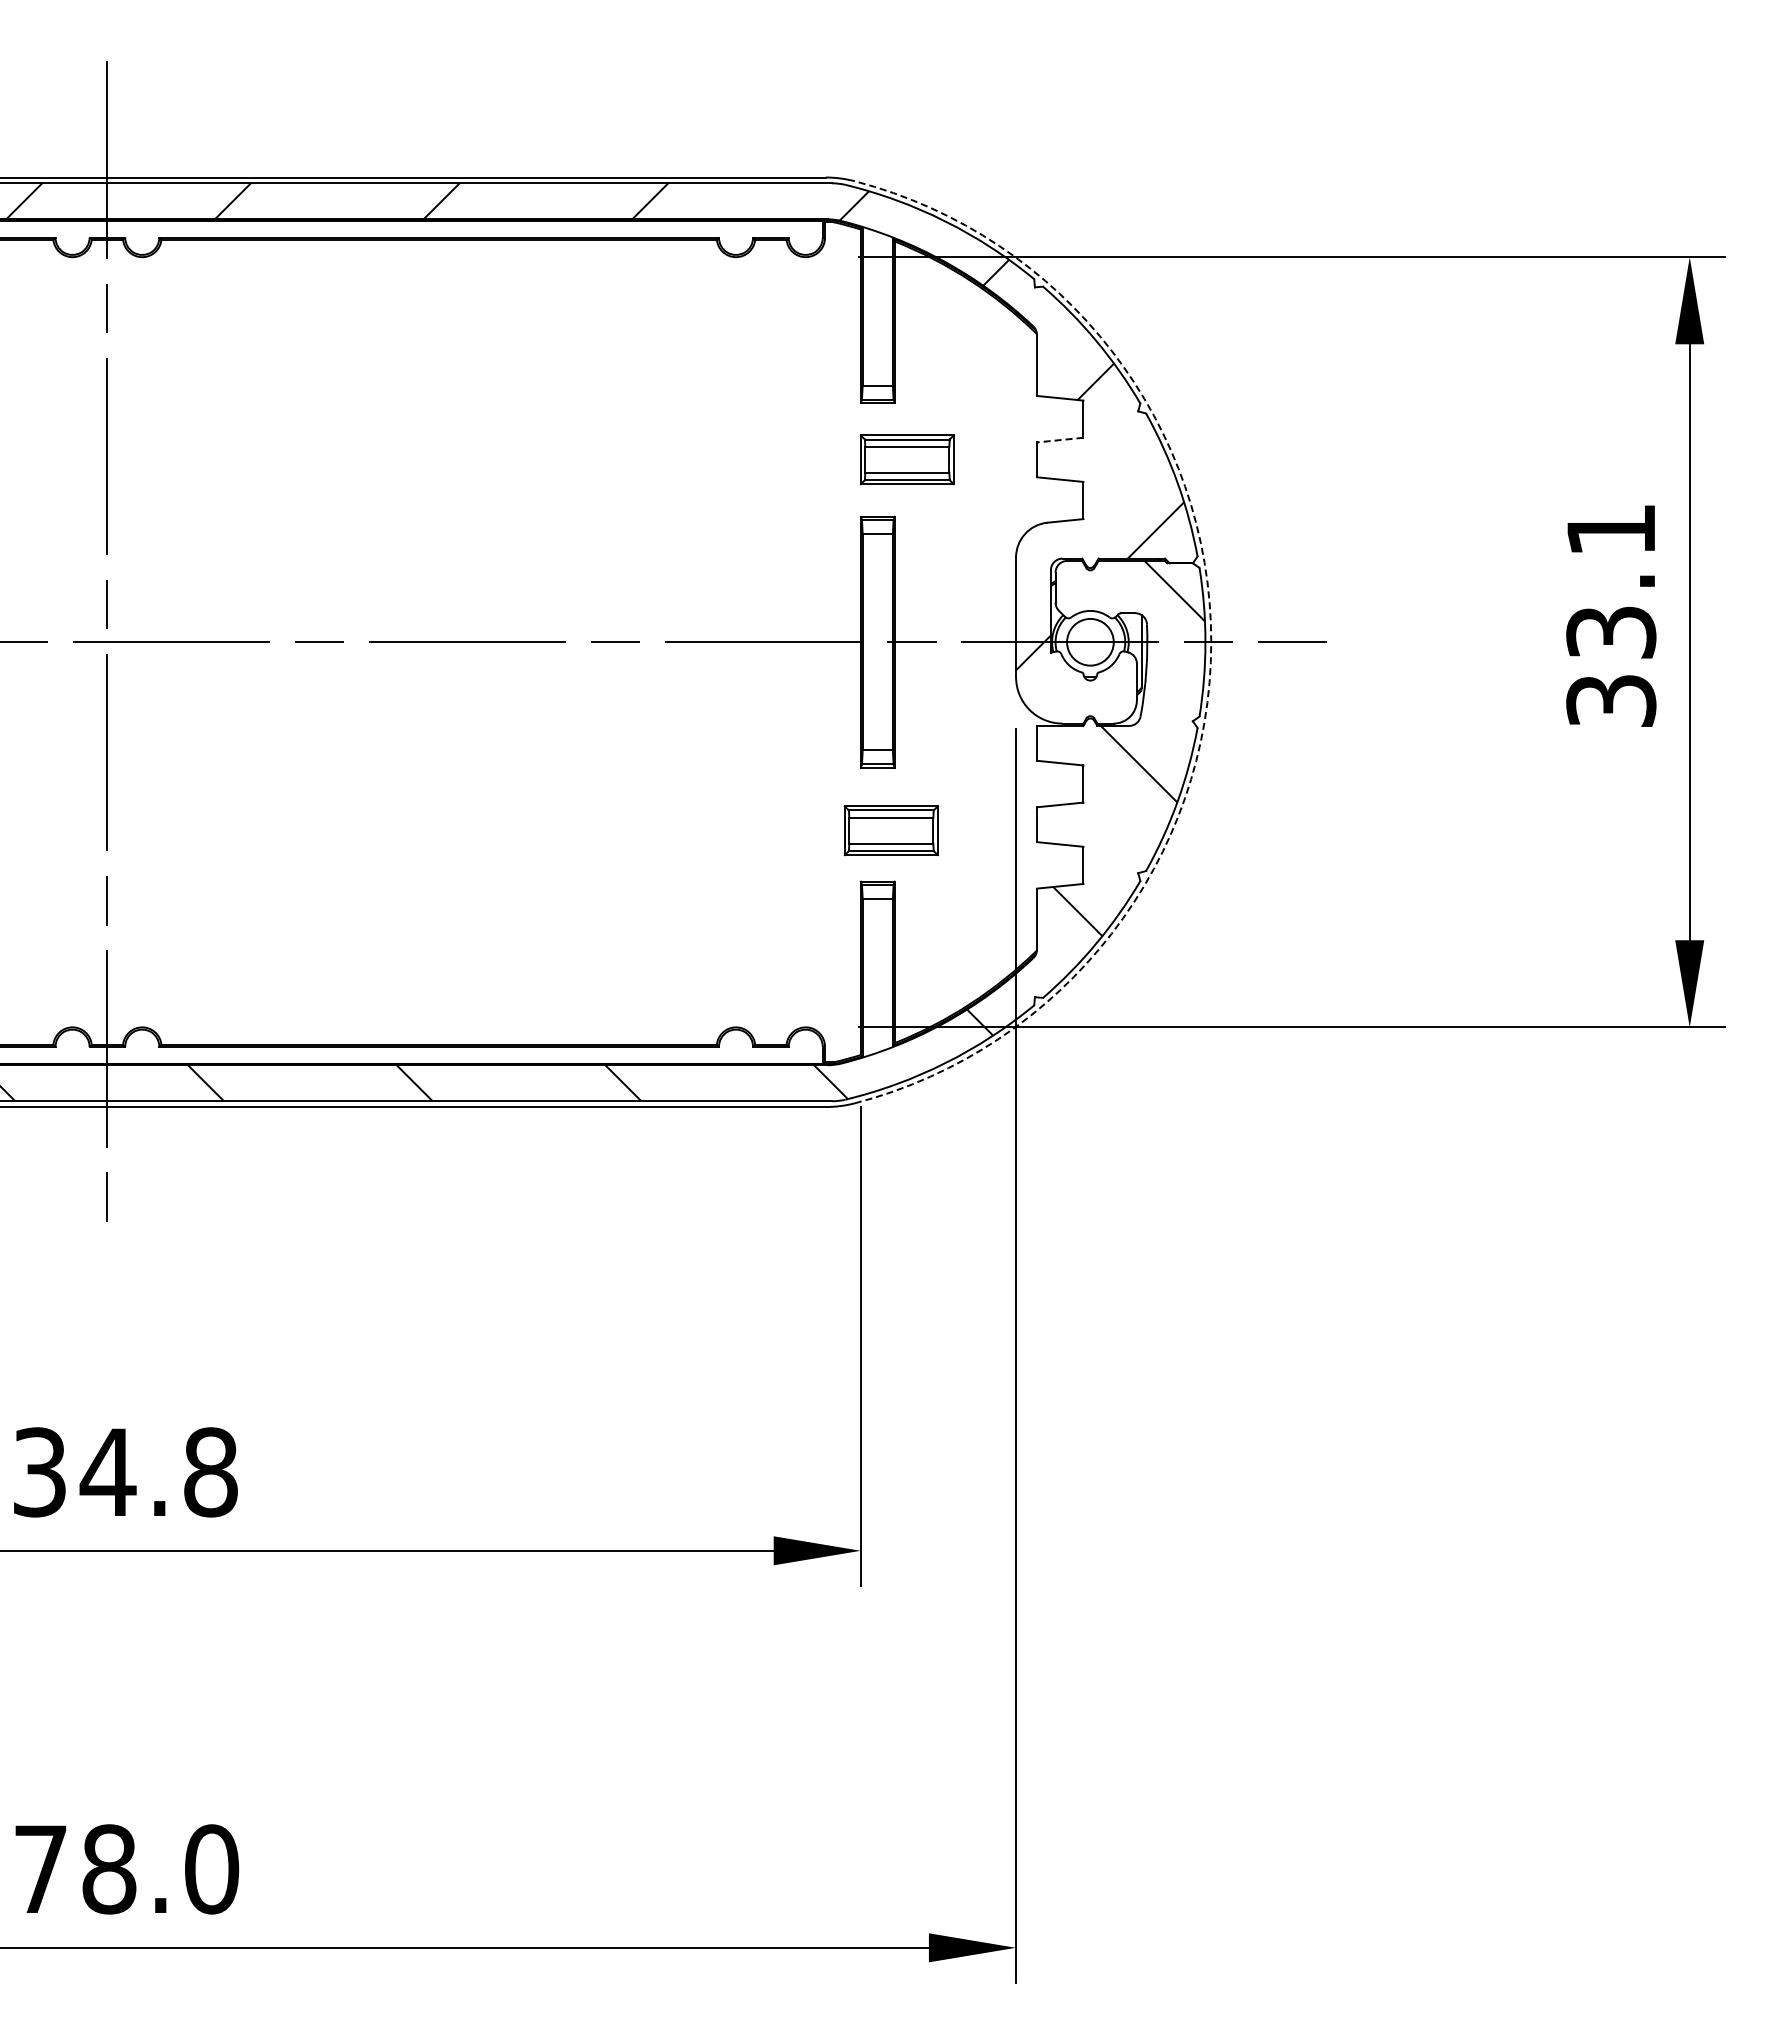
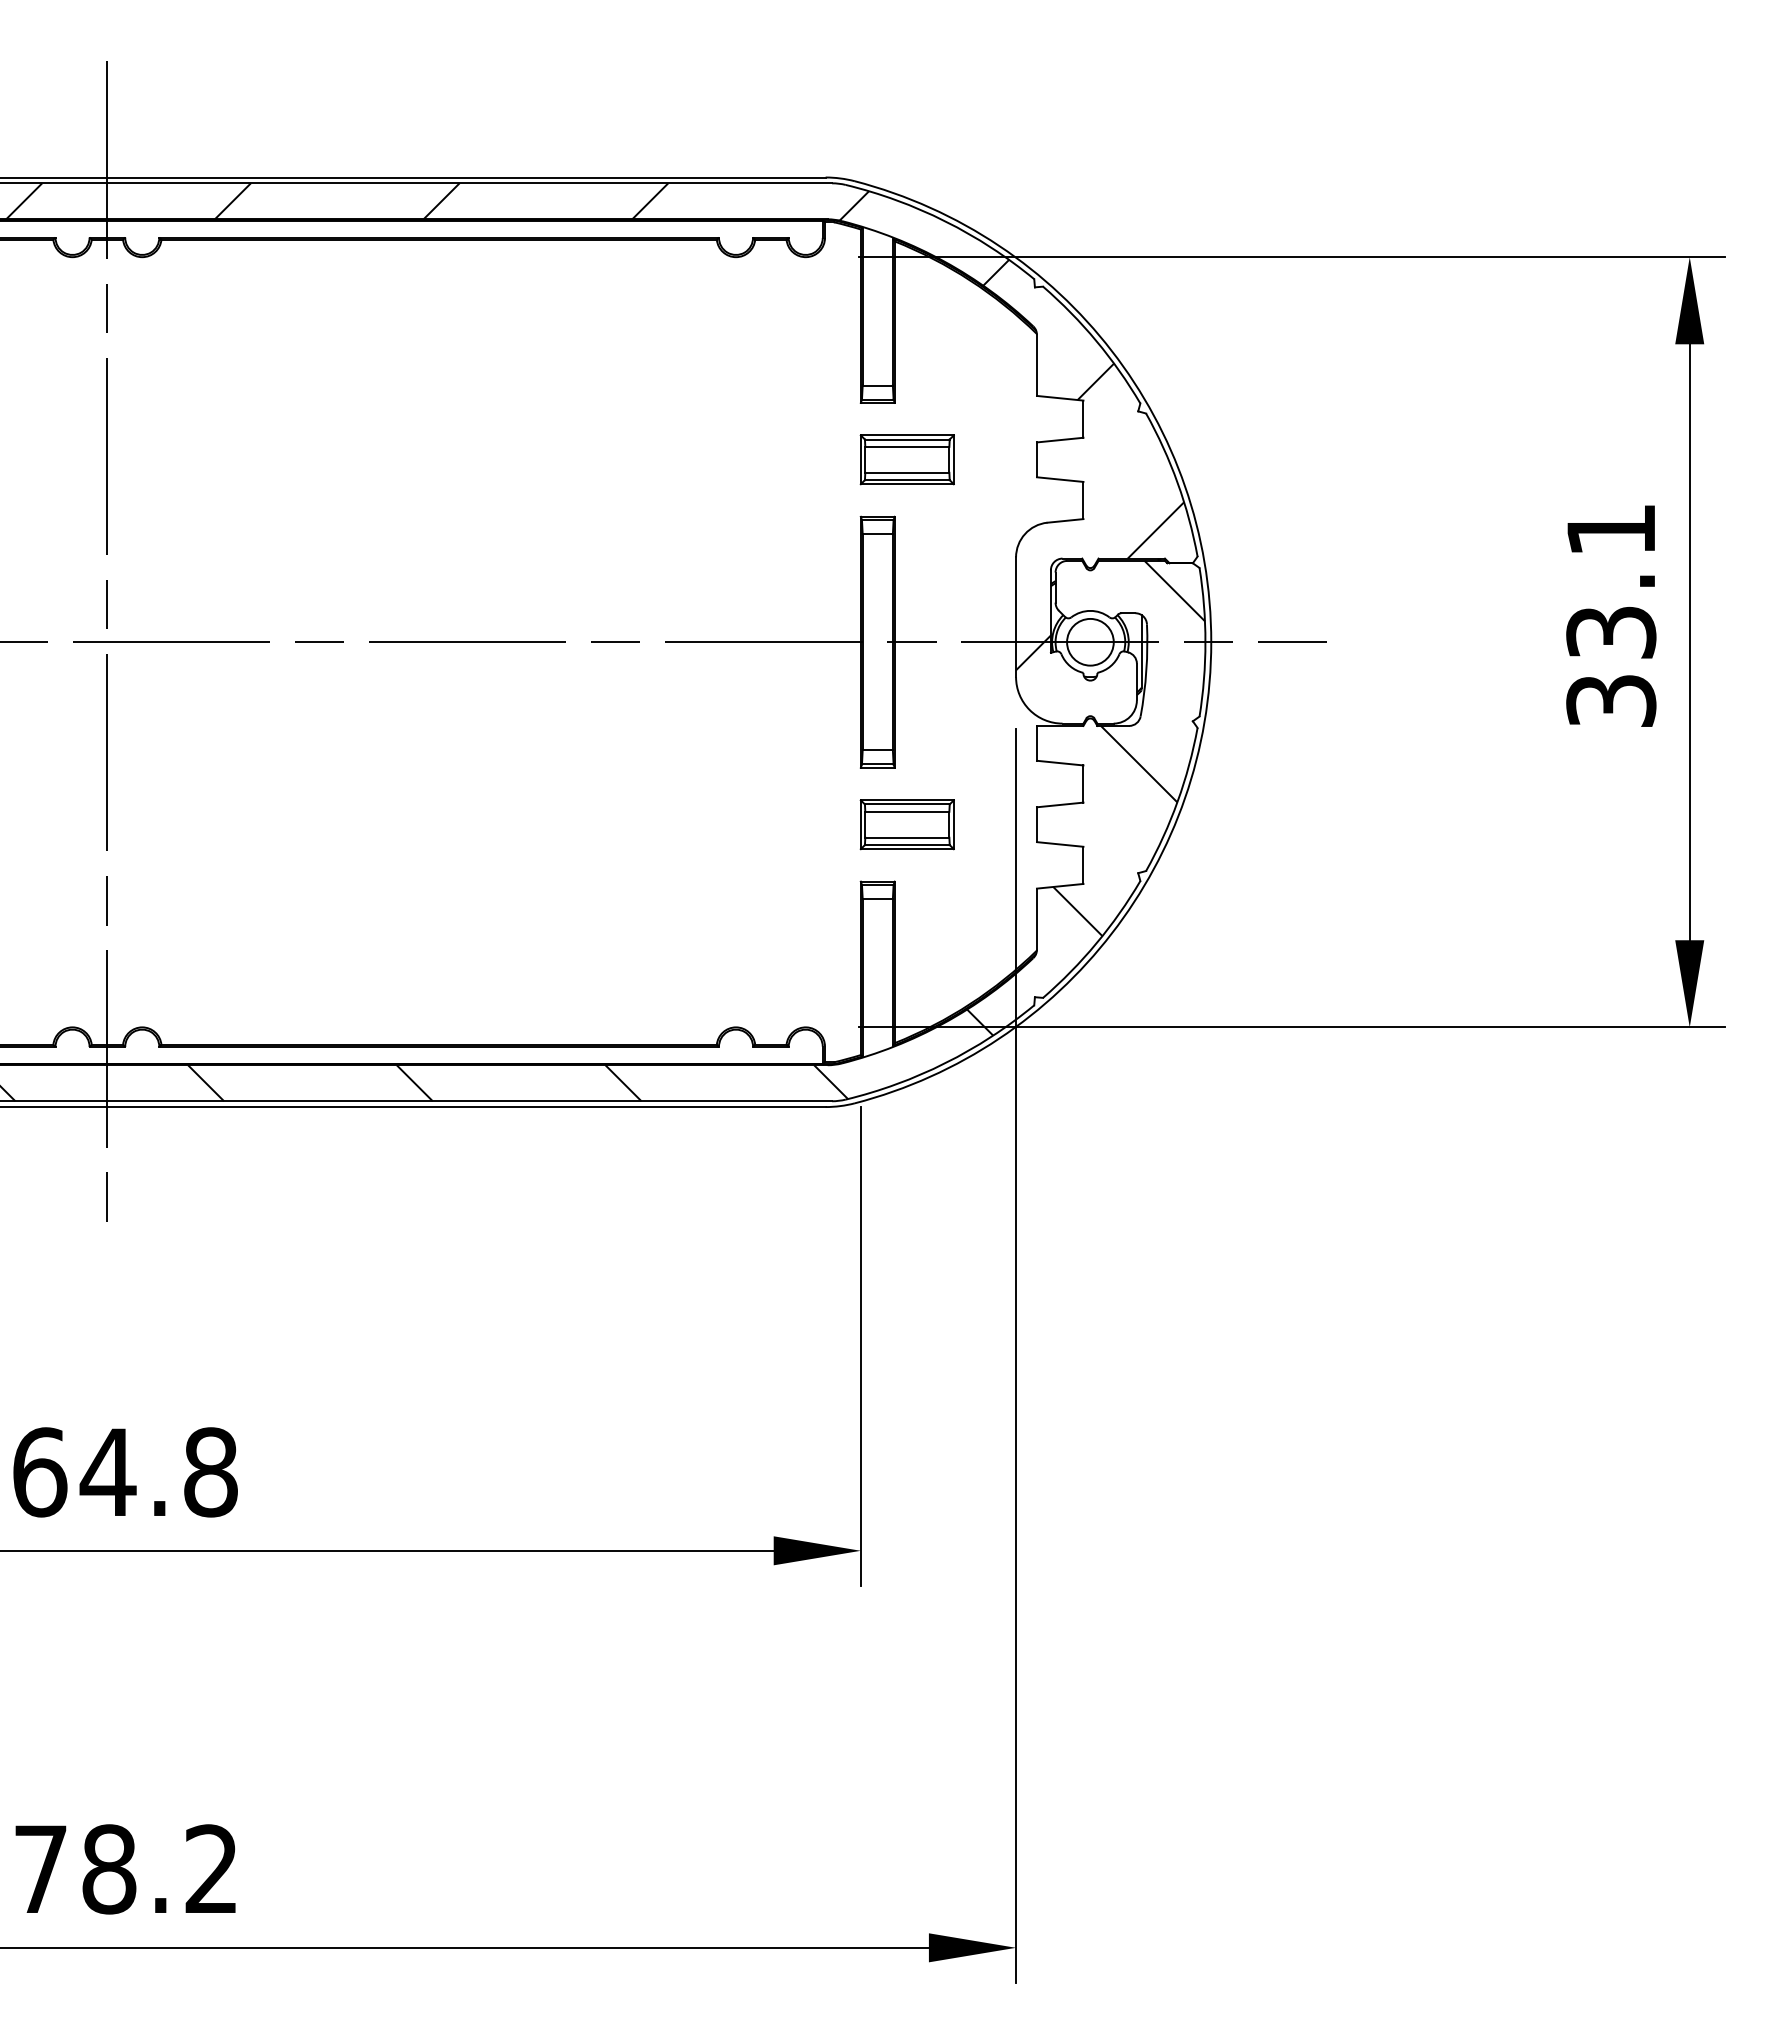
line at (1059, 440): dashed -> solid
arc at (1211, 642): dashed -> solid
part at (890, 830) position: (890, 830) -> (906, 824)
text at (40, 1472): 34.8 -> 64.8
text at (212, 1869): 78.0 -> 78.2
